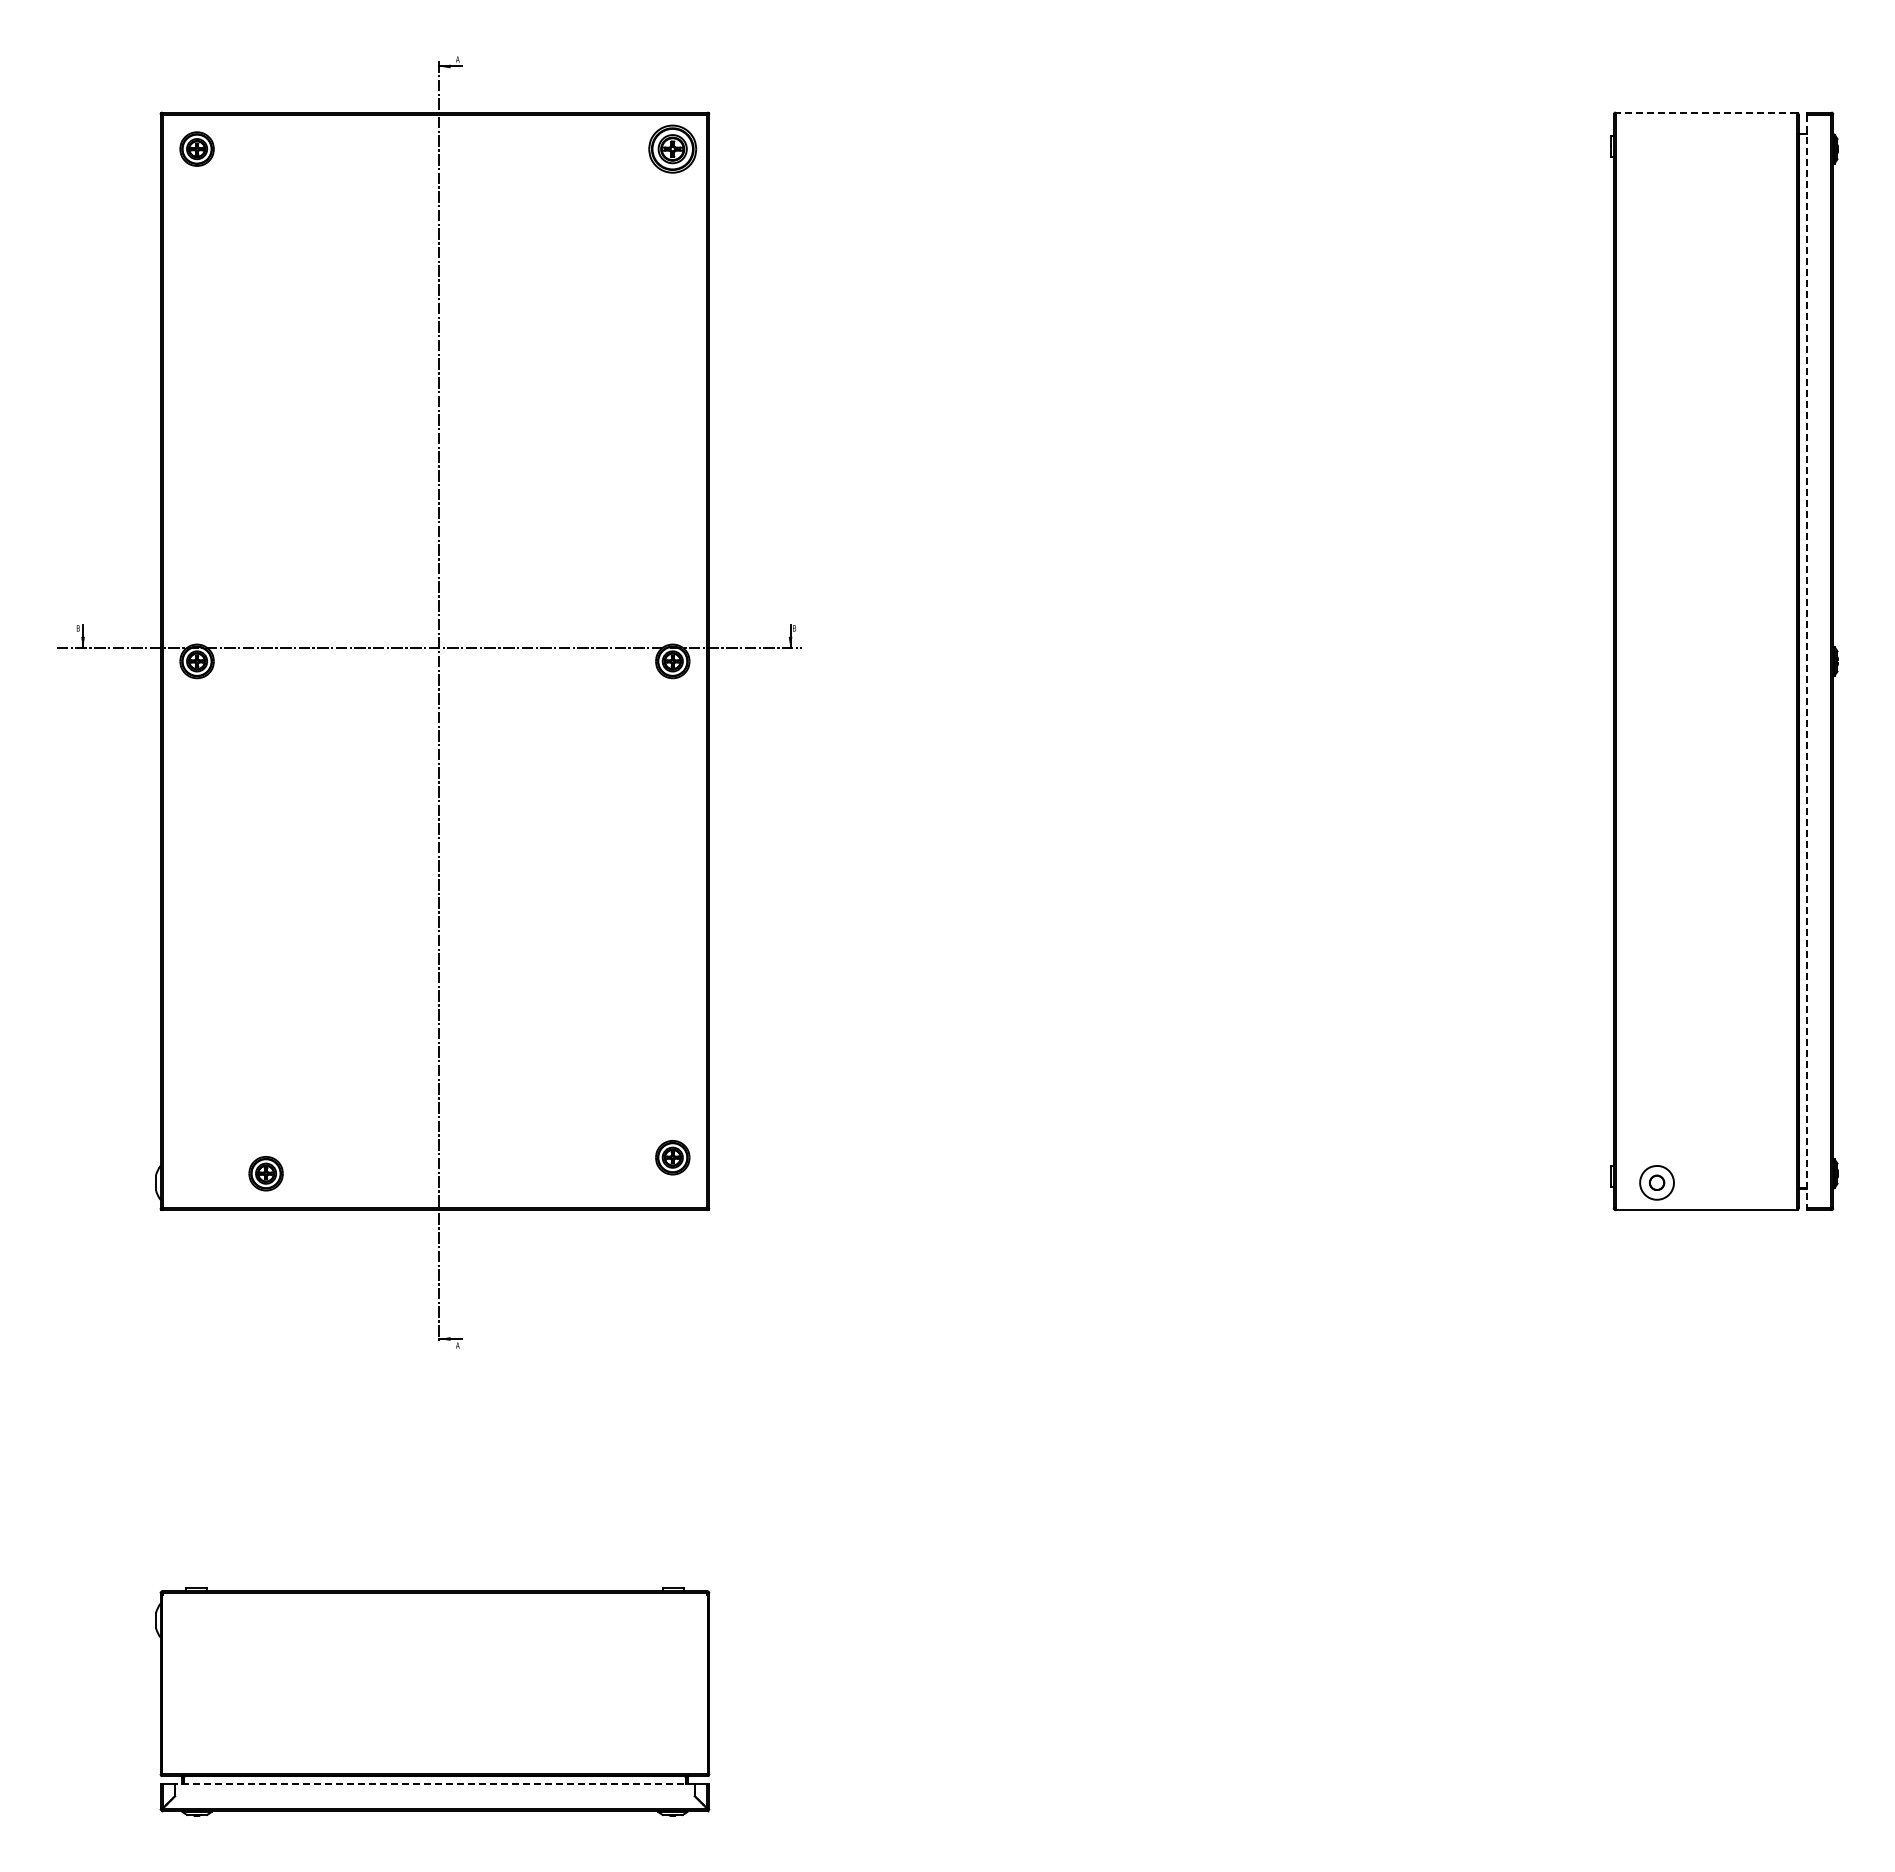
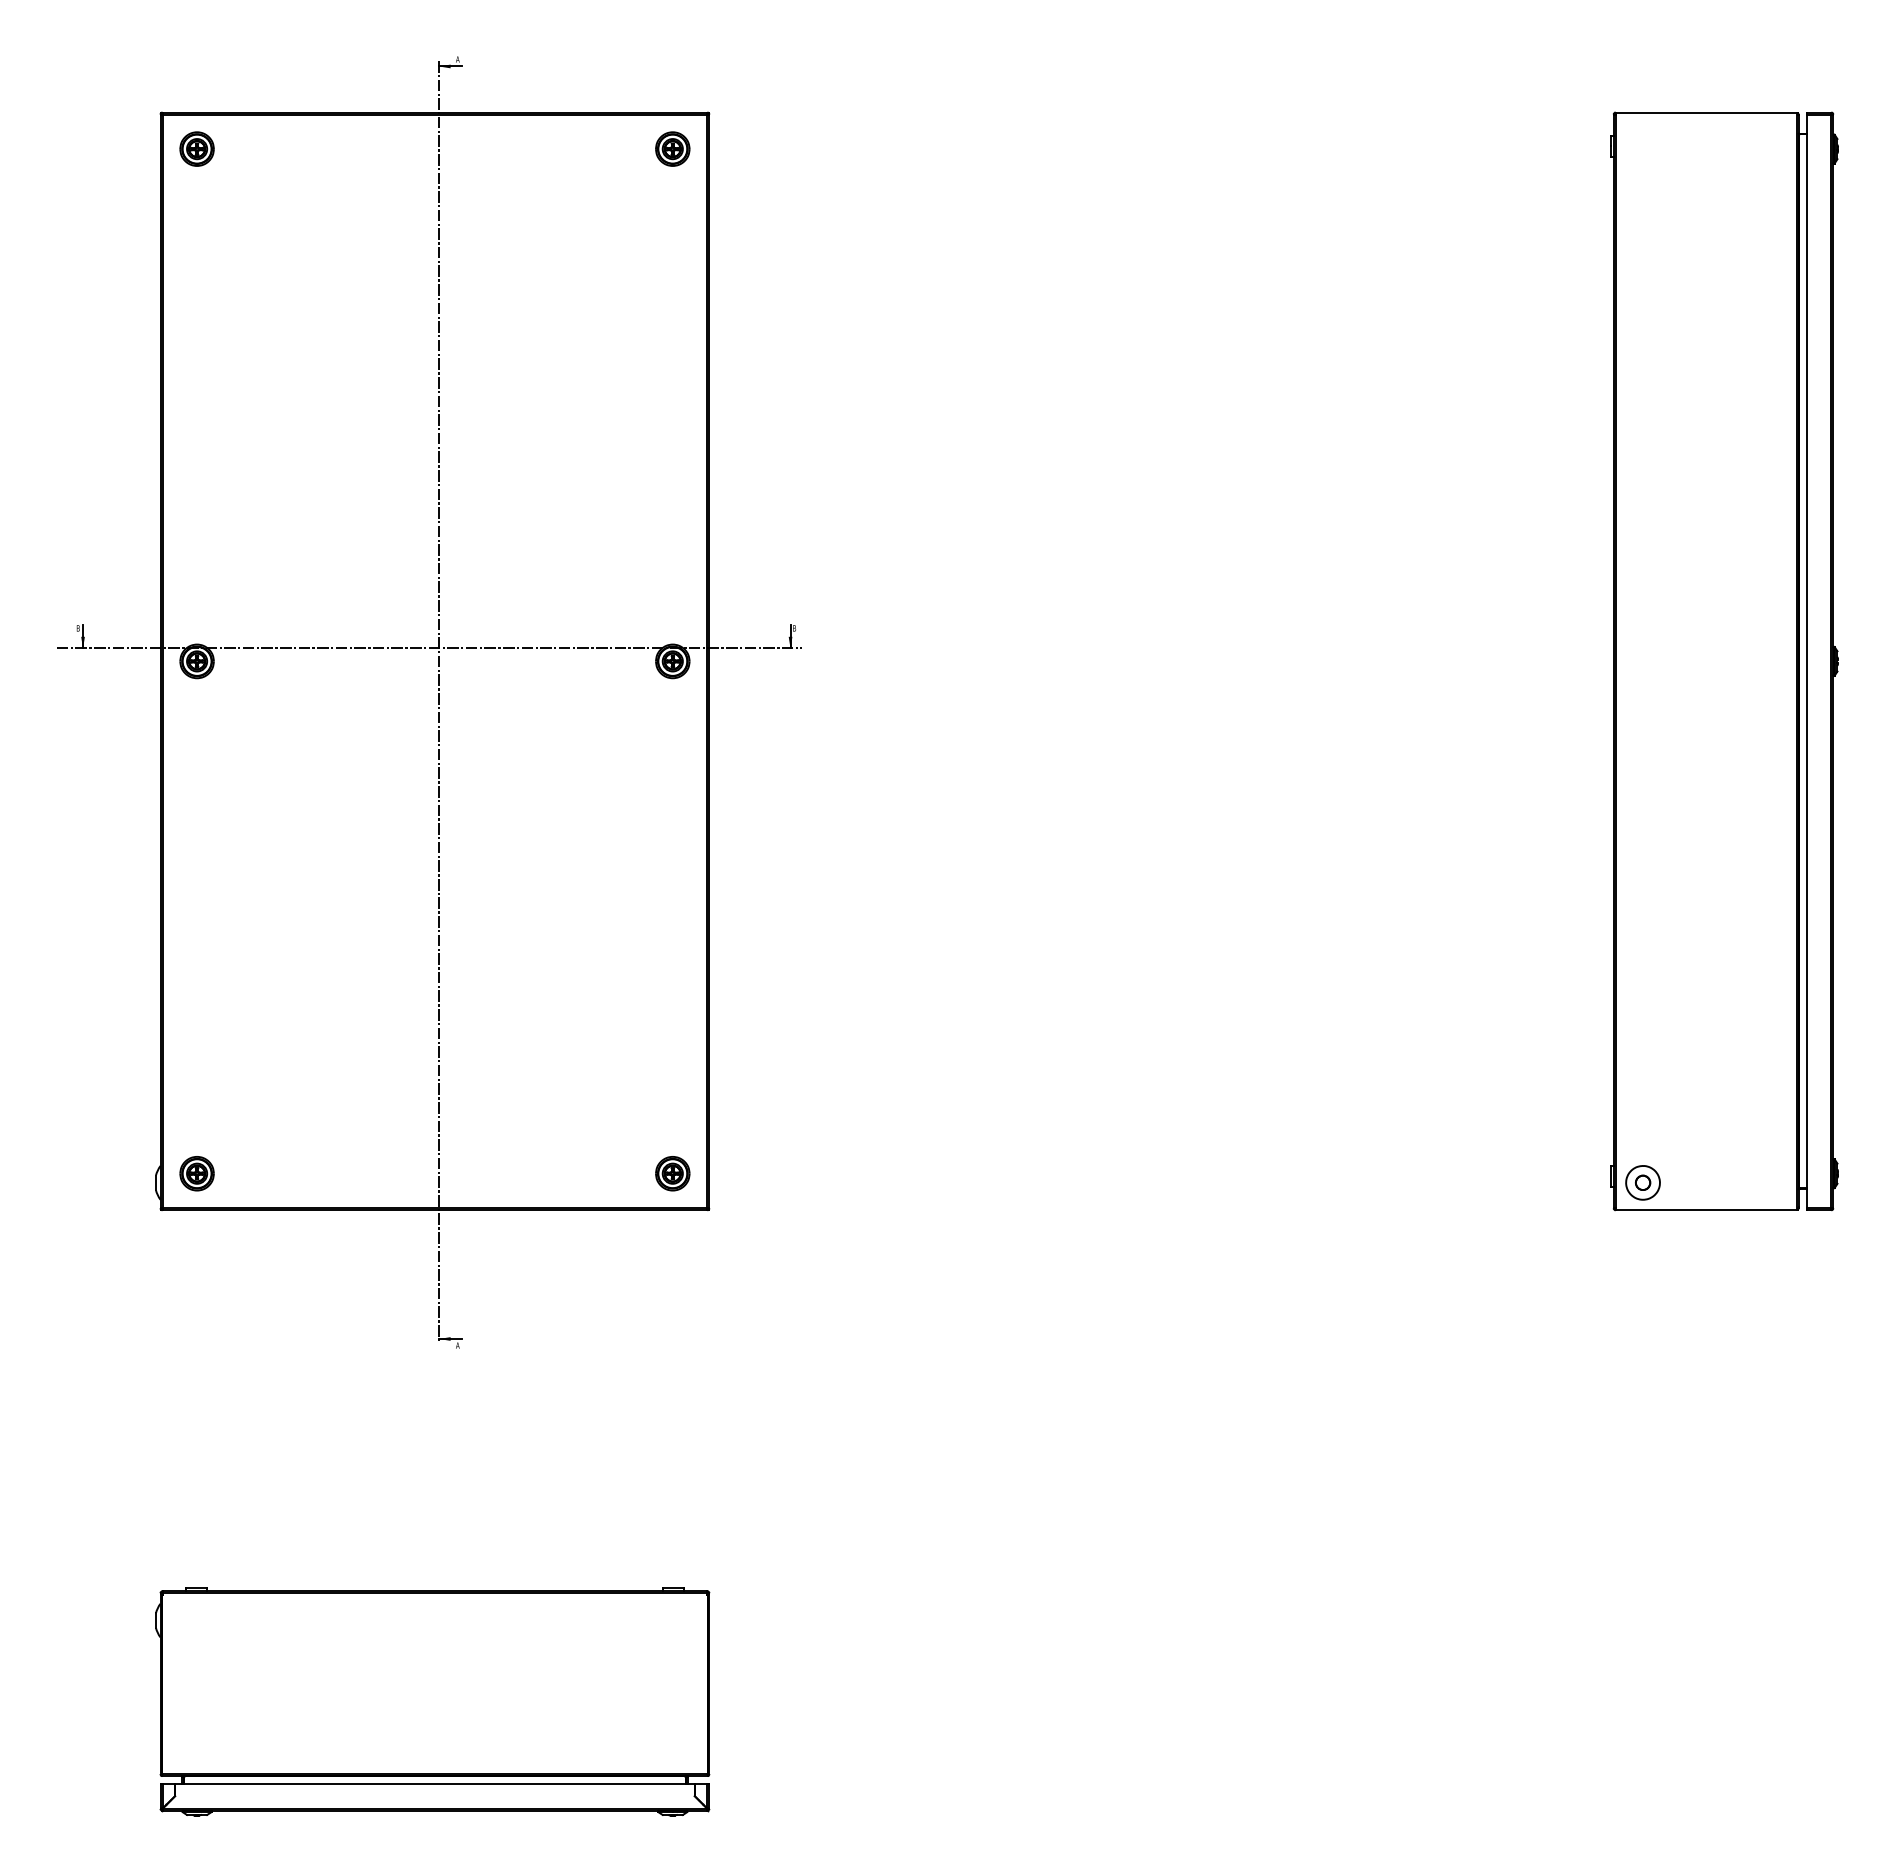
line at (1705, 112): dashed -> solid
part at (672, 148) size: 50x50 px -> 36x36 px
line at (1806, 661): dashed -> solid
part at (672, 1157) position: (672, 1157) -> (672, 1173)
part at (265, 1173) position: (265, 1173) -> (196, 1173)
part at (1656, 1182) position: (1656, 1182) -> (1642, 1182)
line at (434, 1784): dashed -> solid
